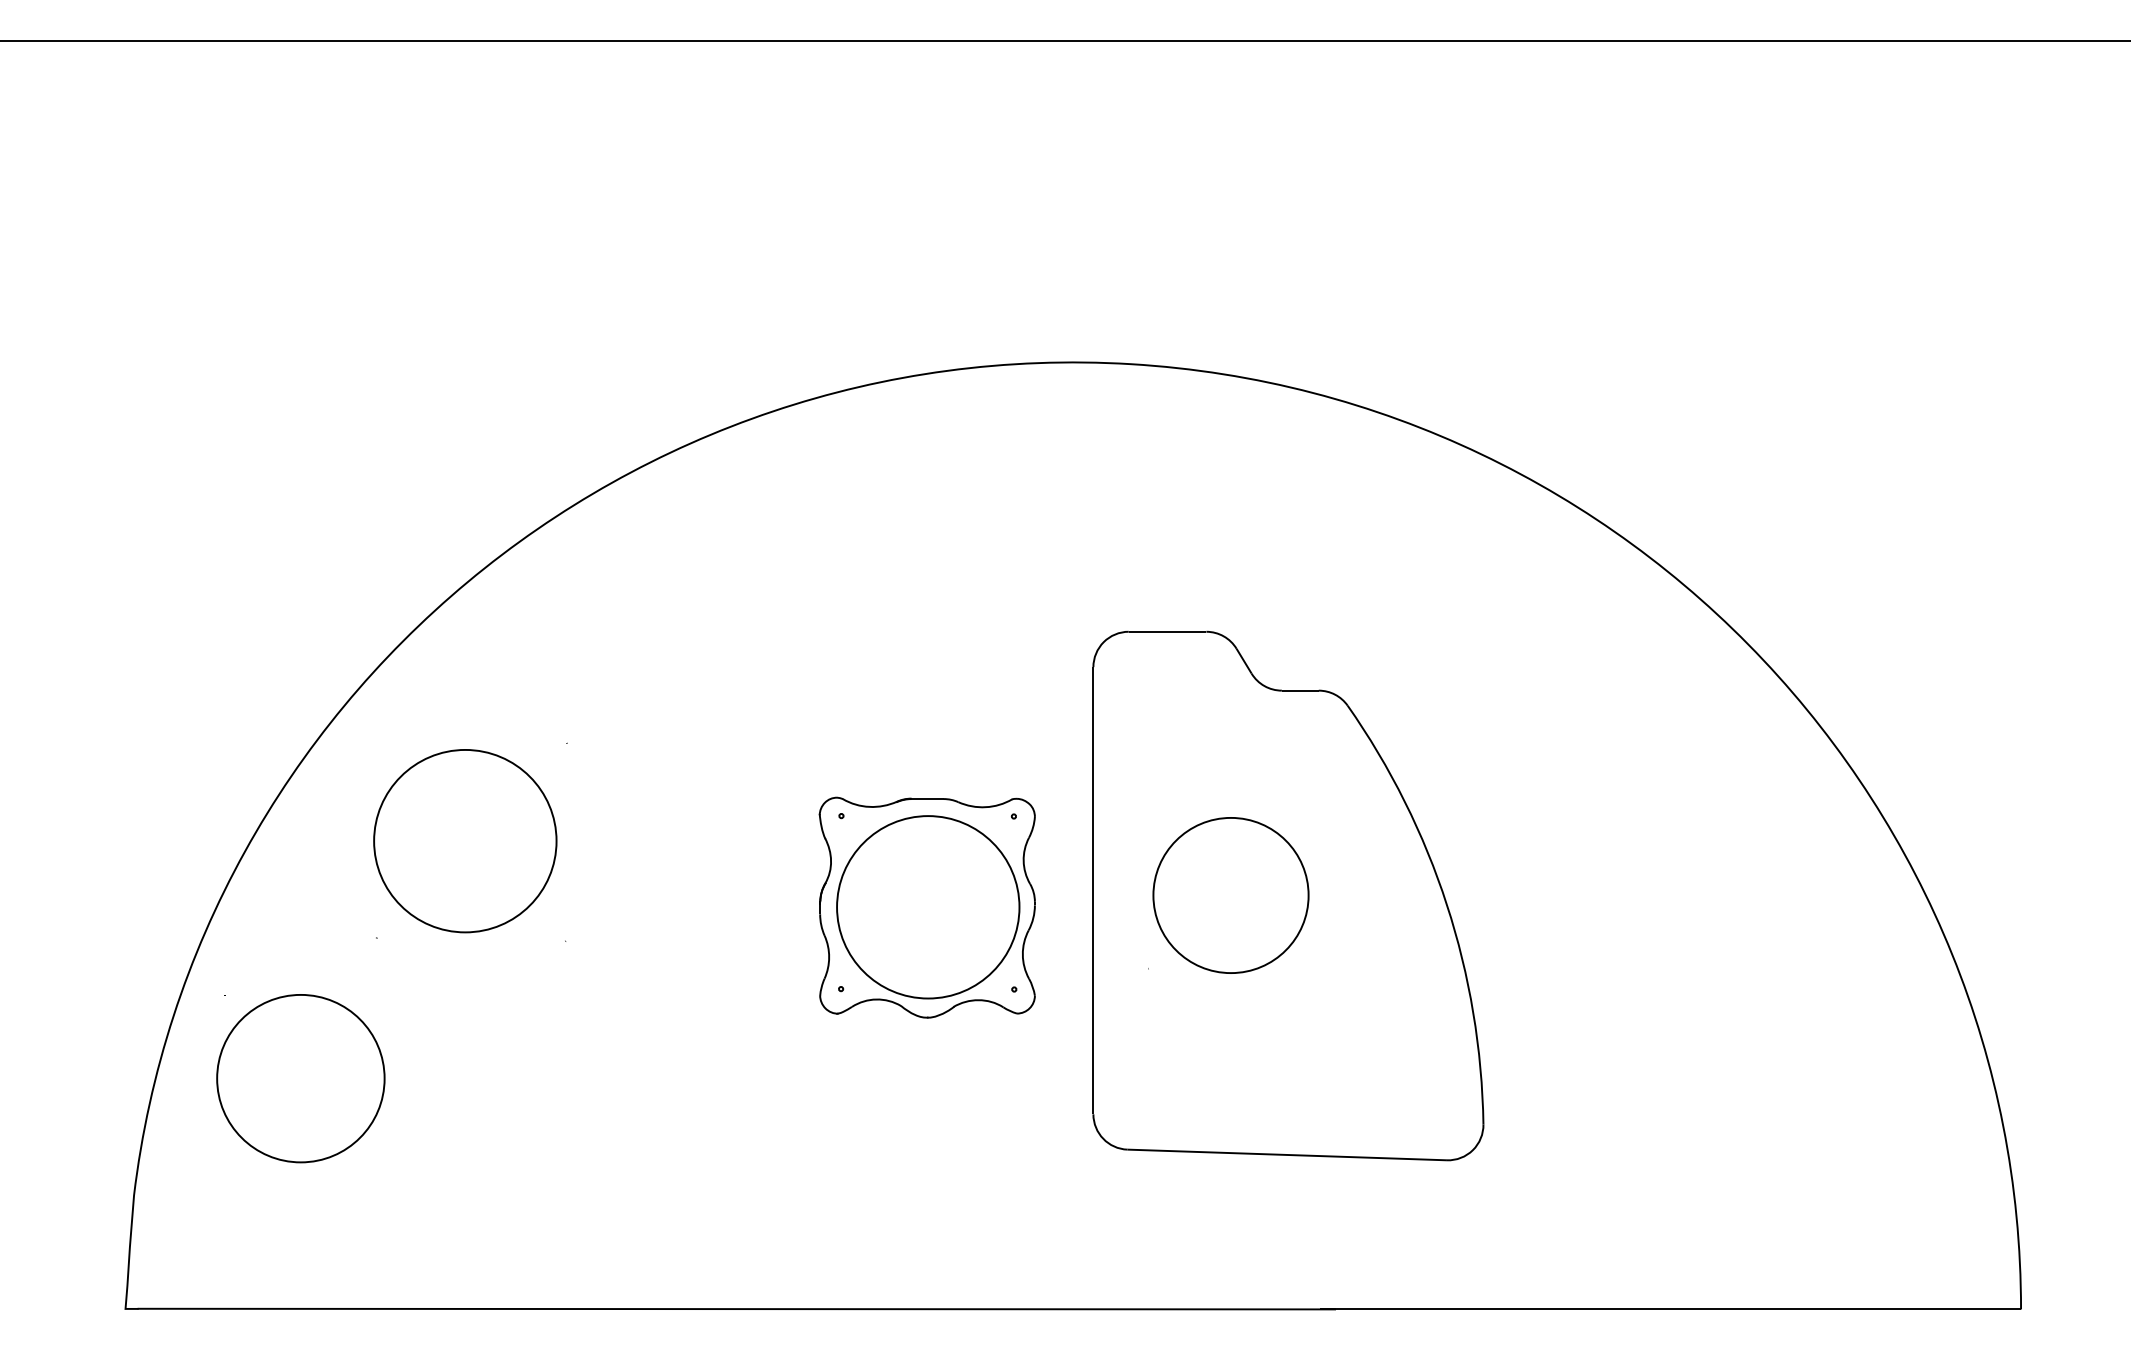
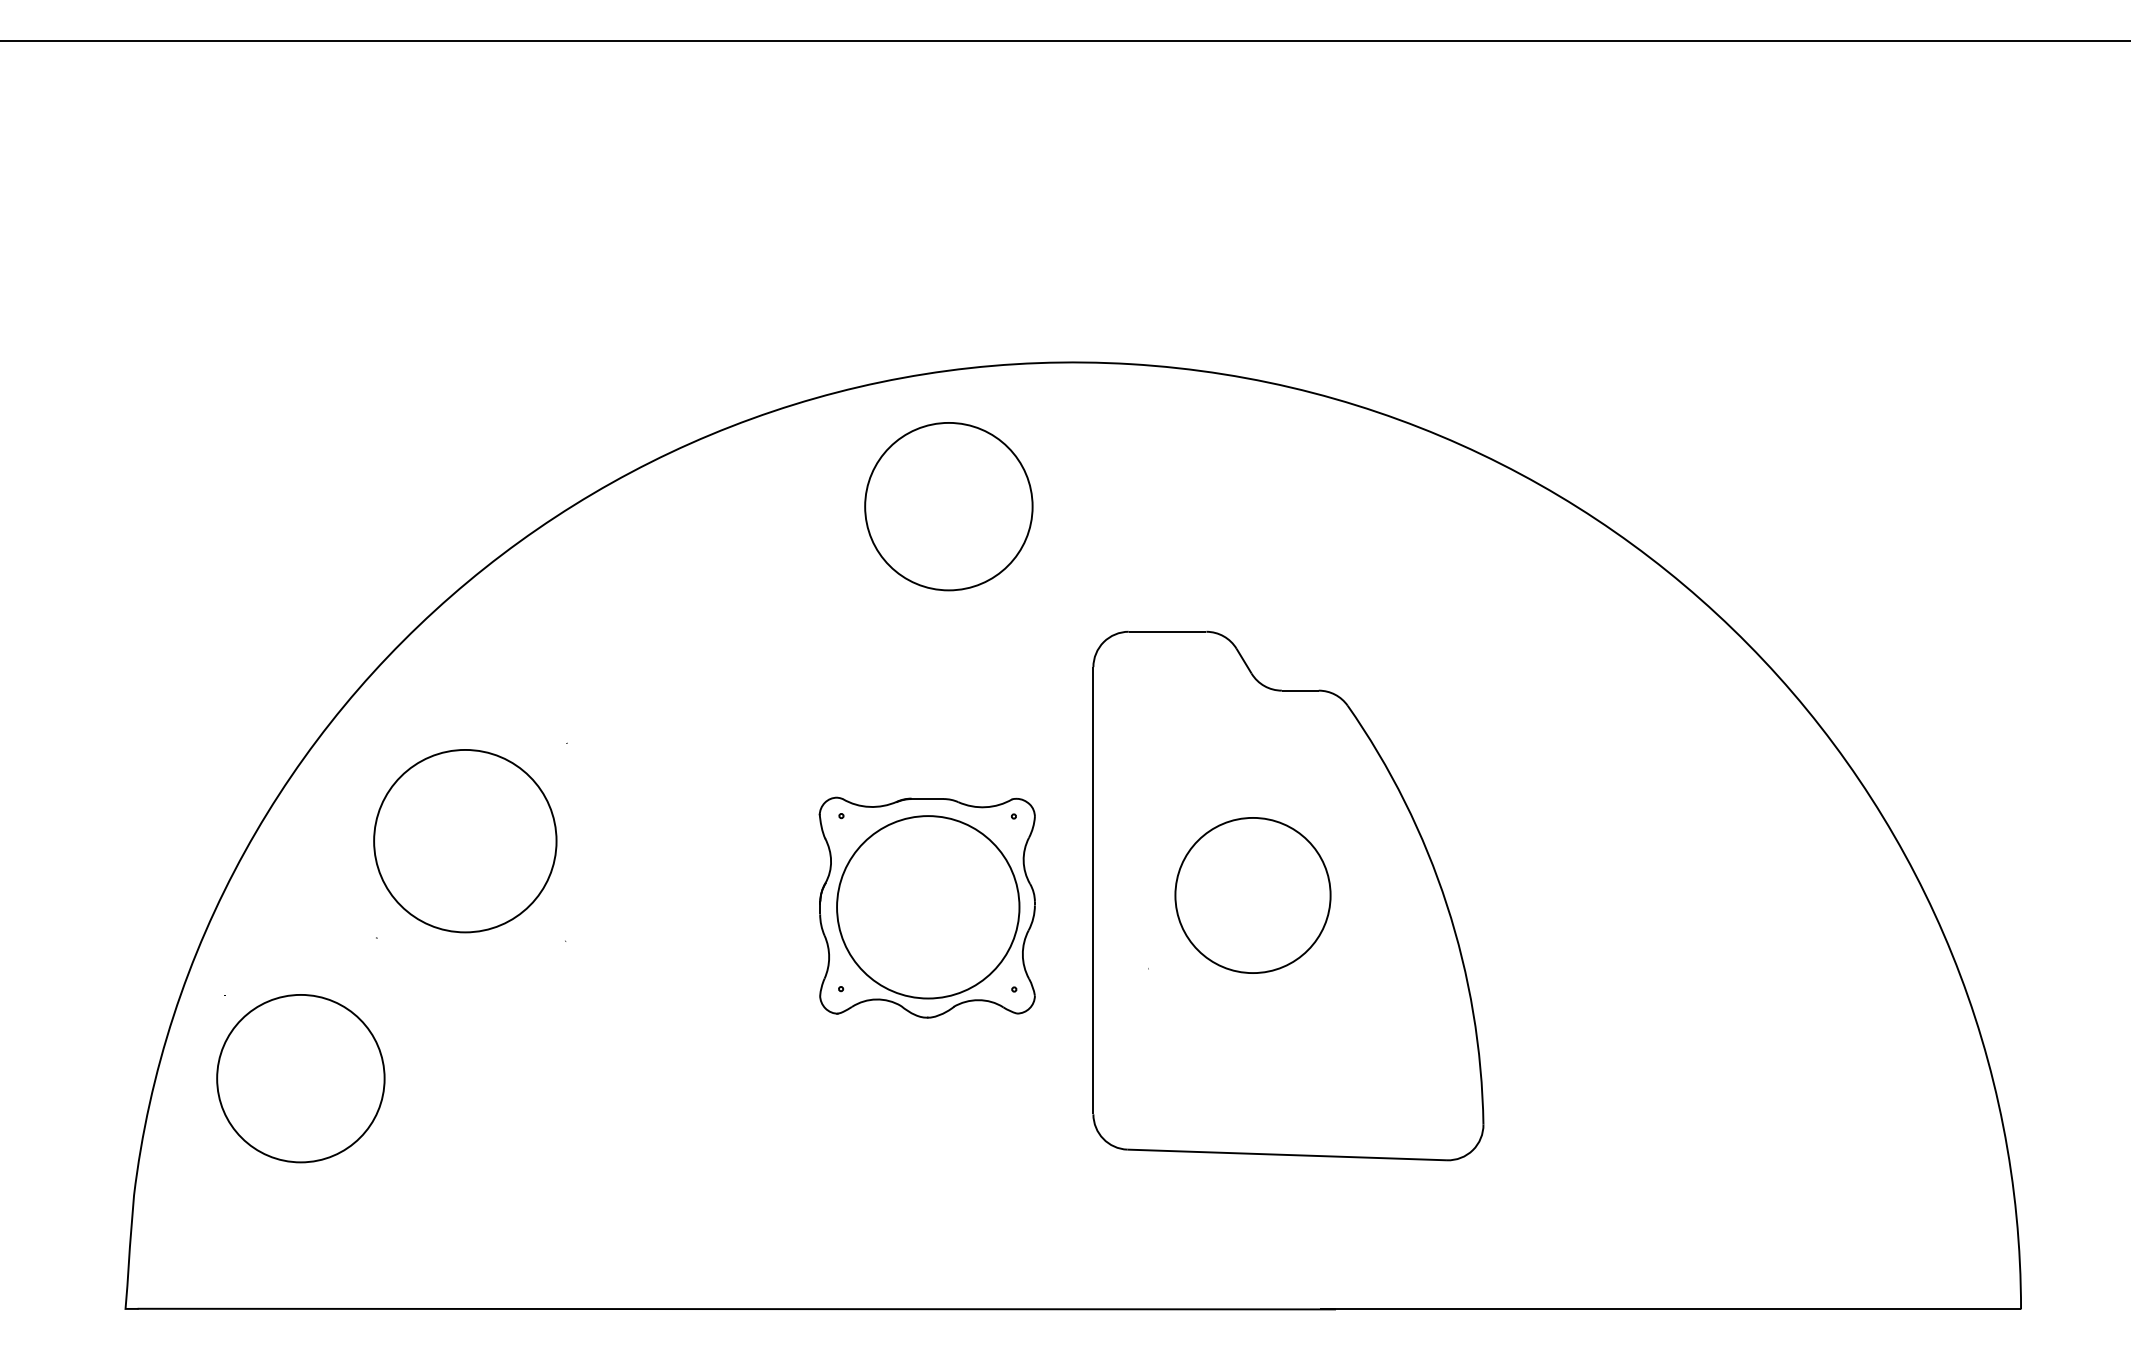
part at (948, 506): none -> present
part at (1230, 895) position: (1230, 895) -> (1252, 895)
